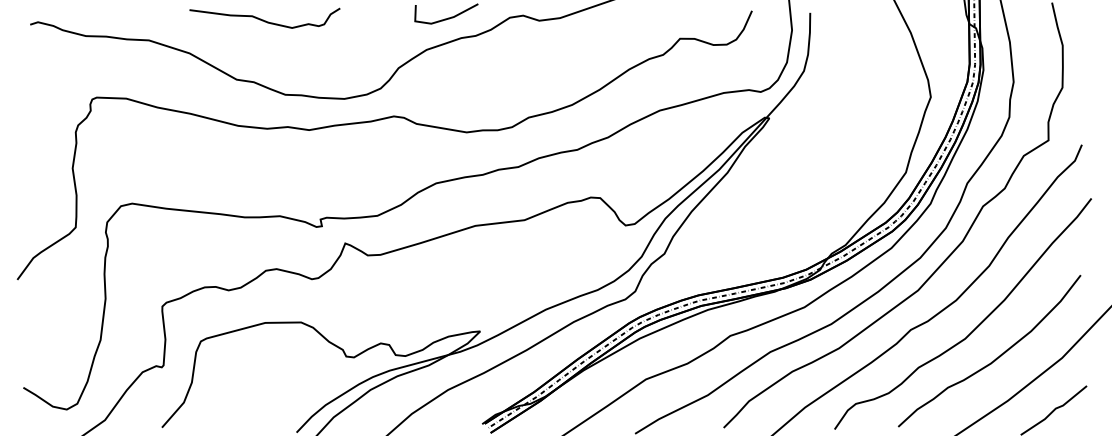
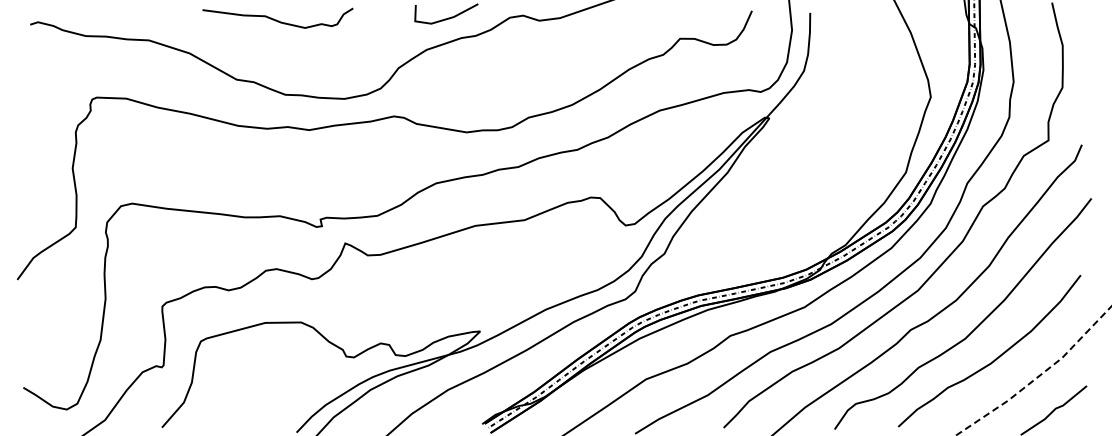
curve at (263, 19) position: (263, 19) -> (276, 19)
line at (1038, 376): solid -> dashed
